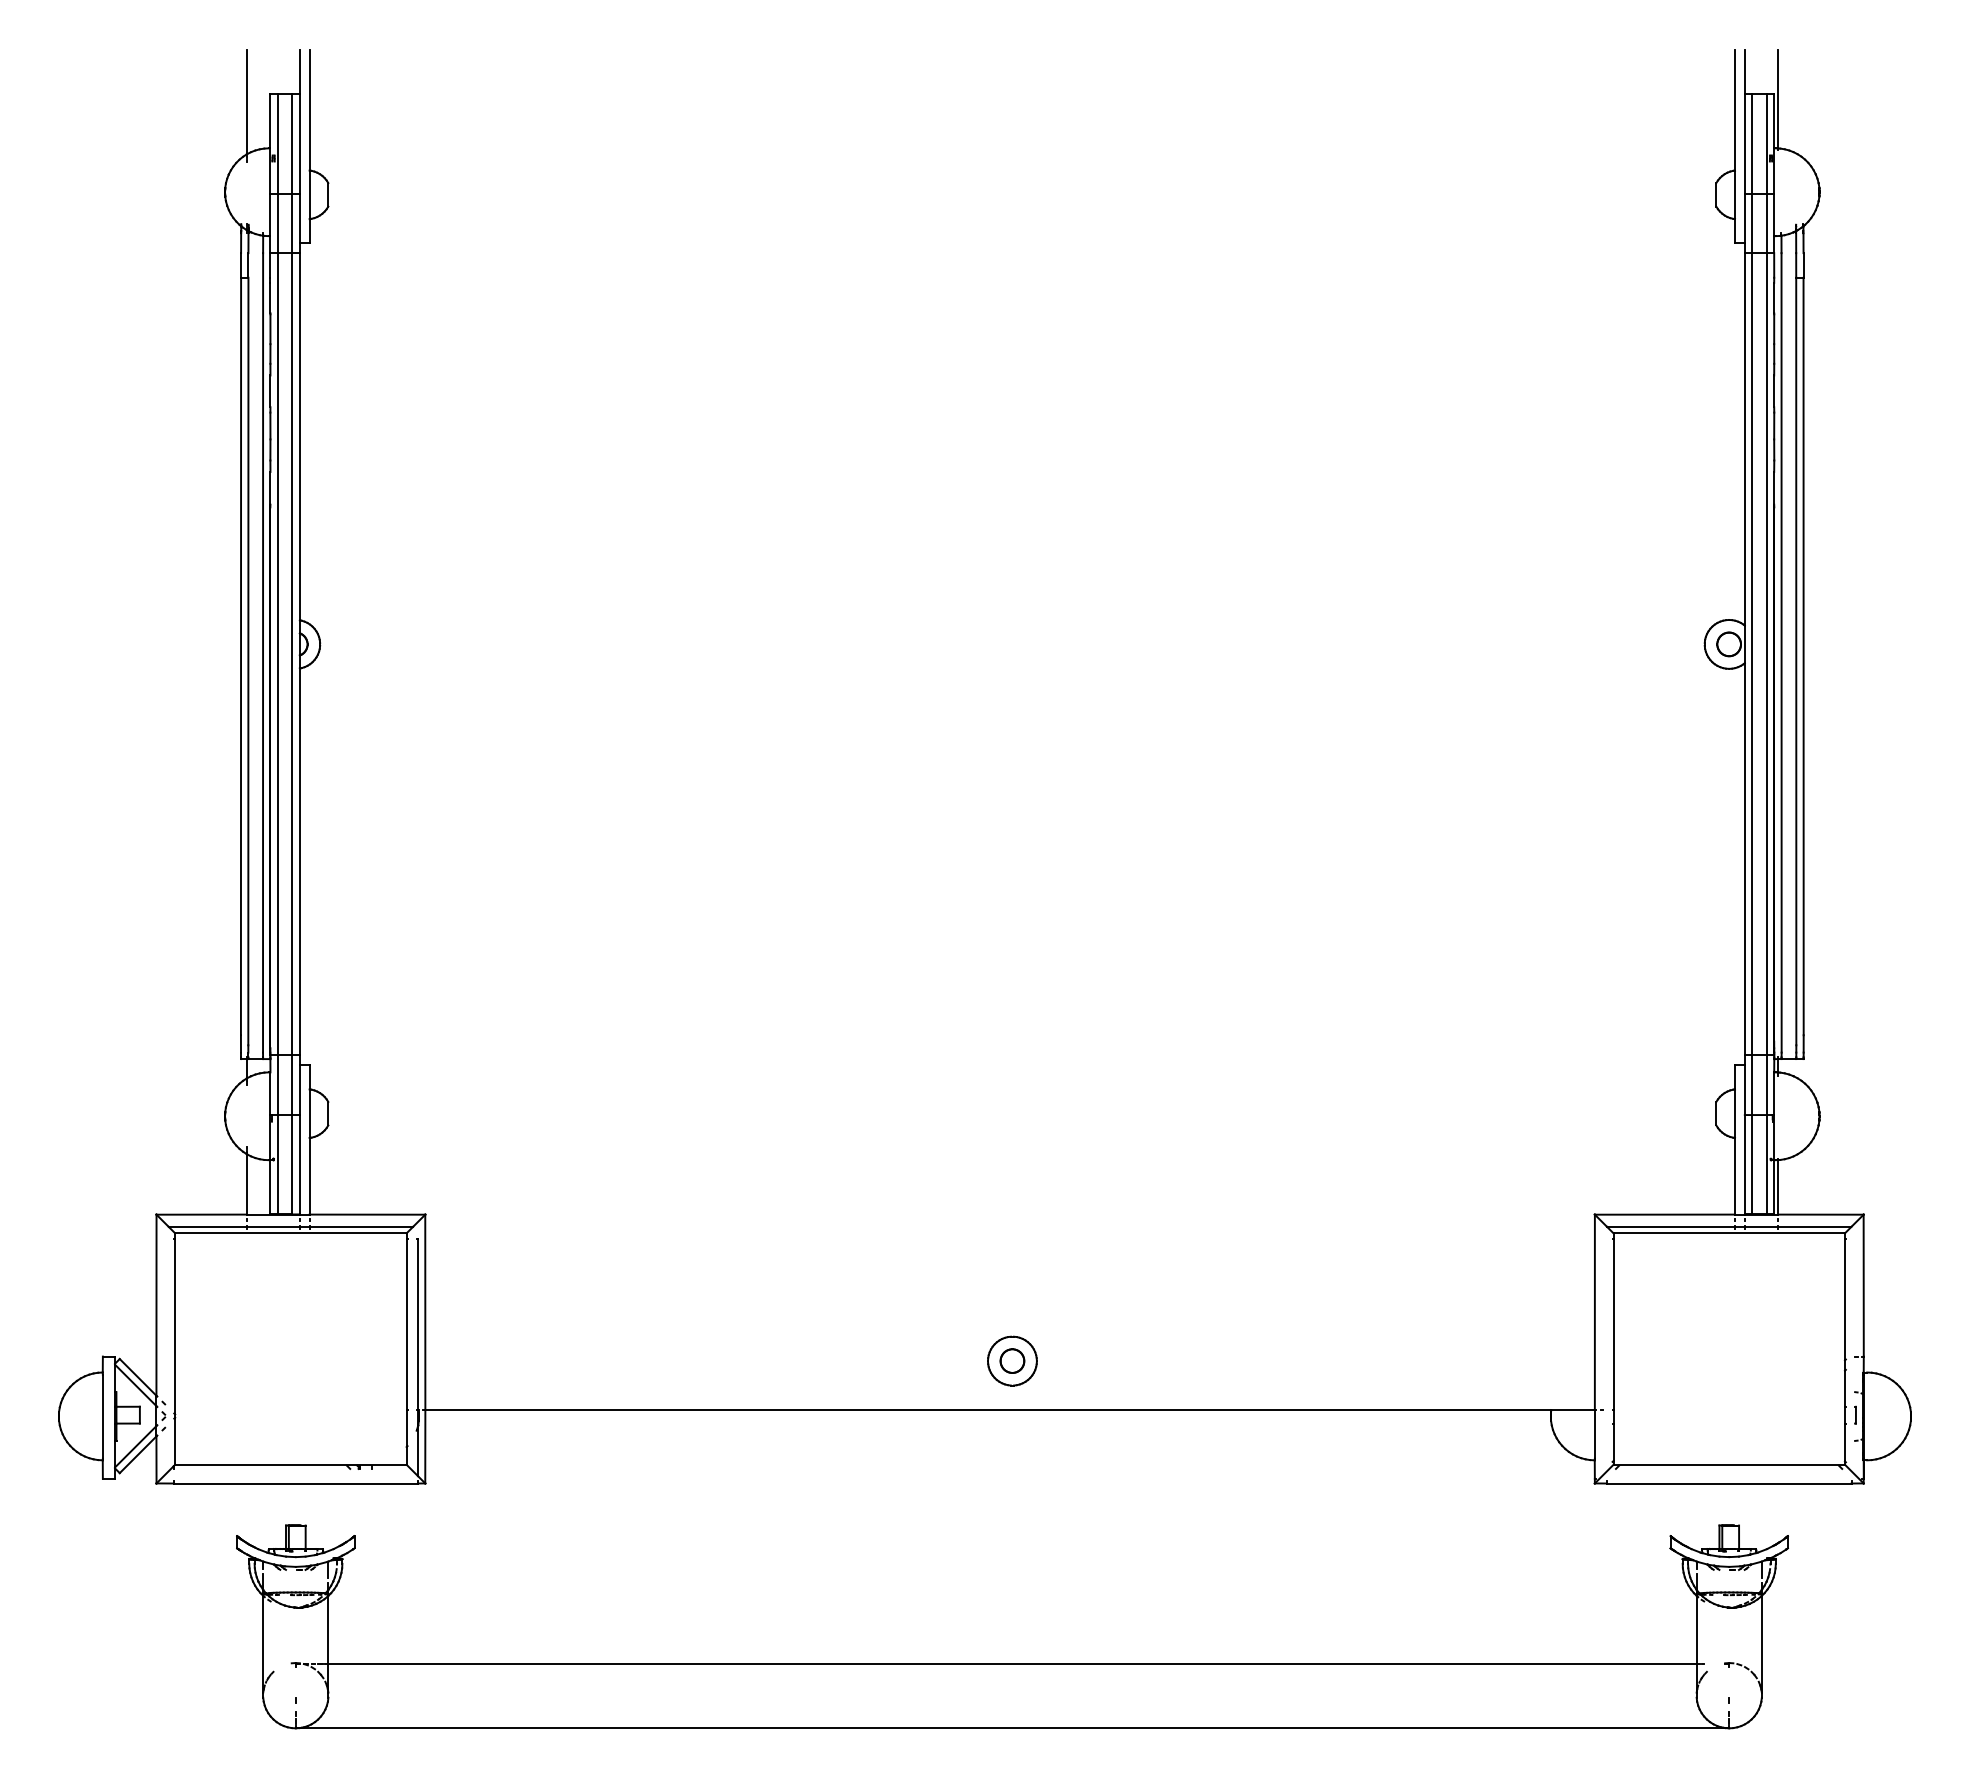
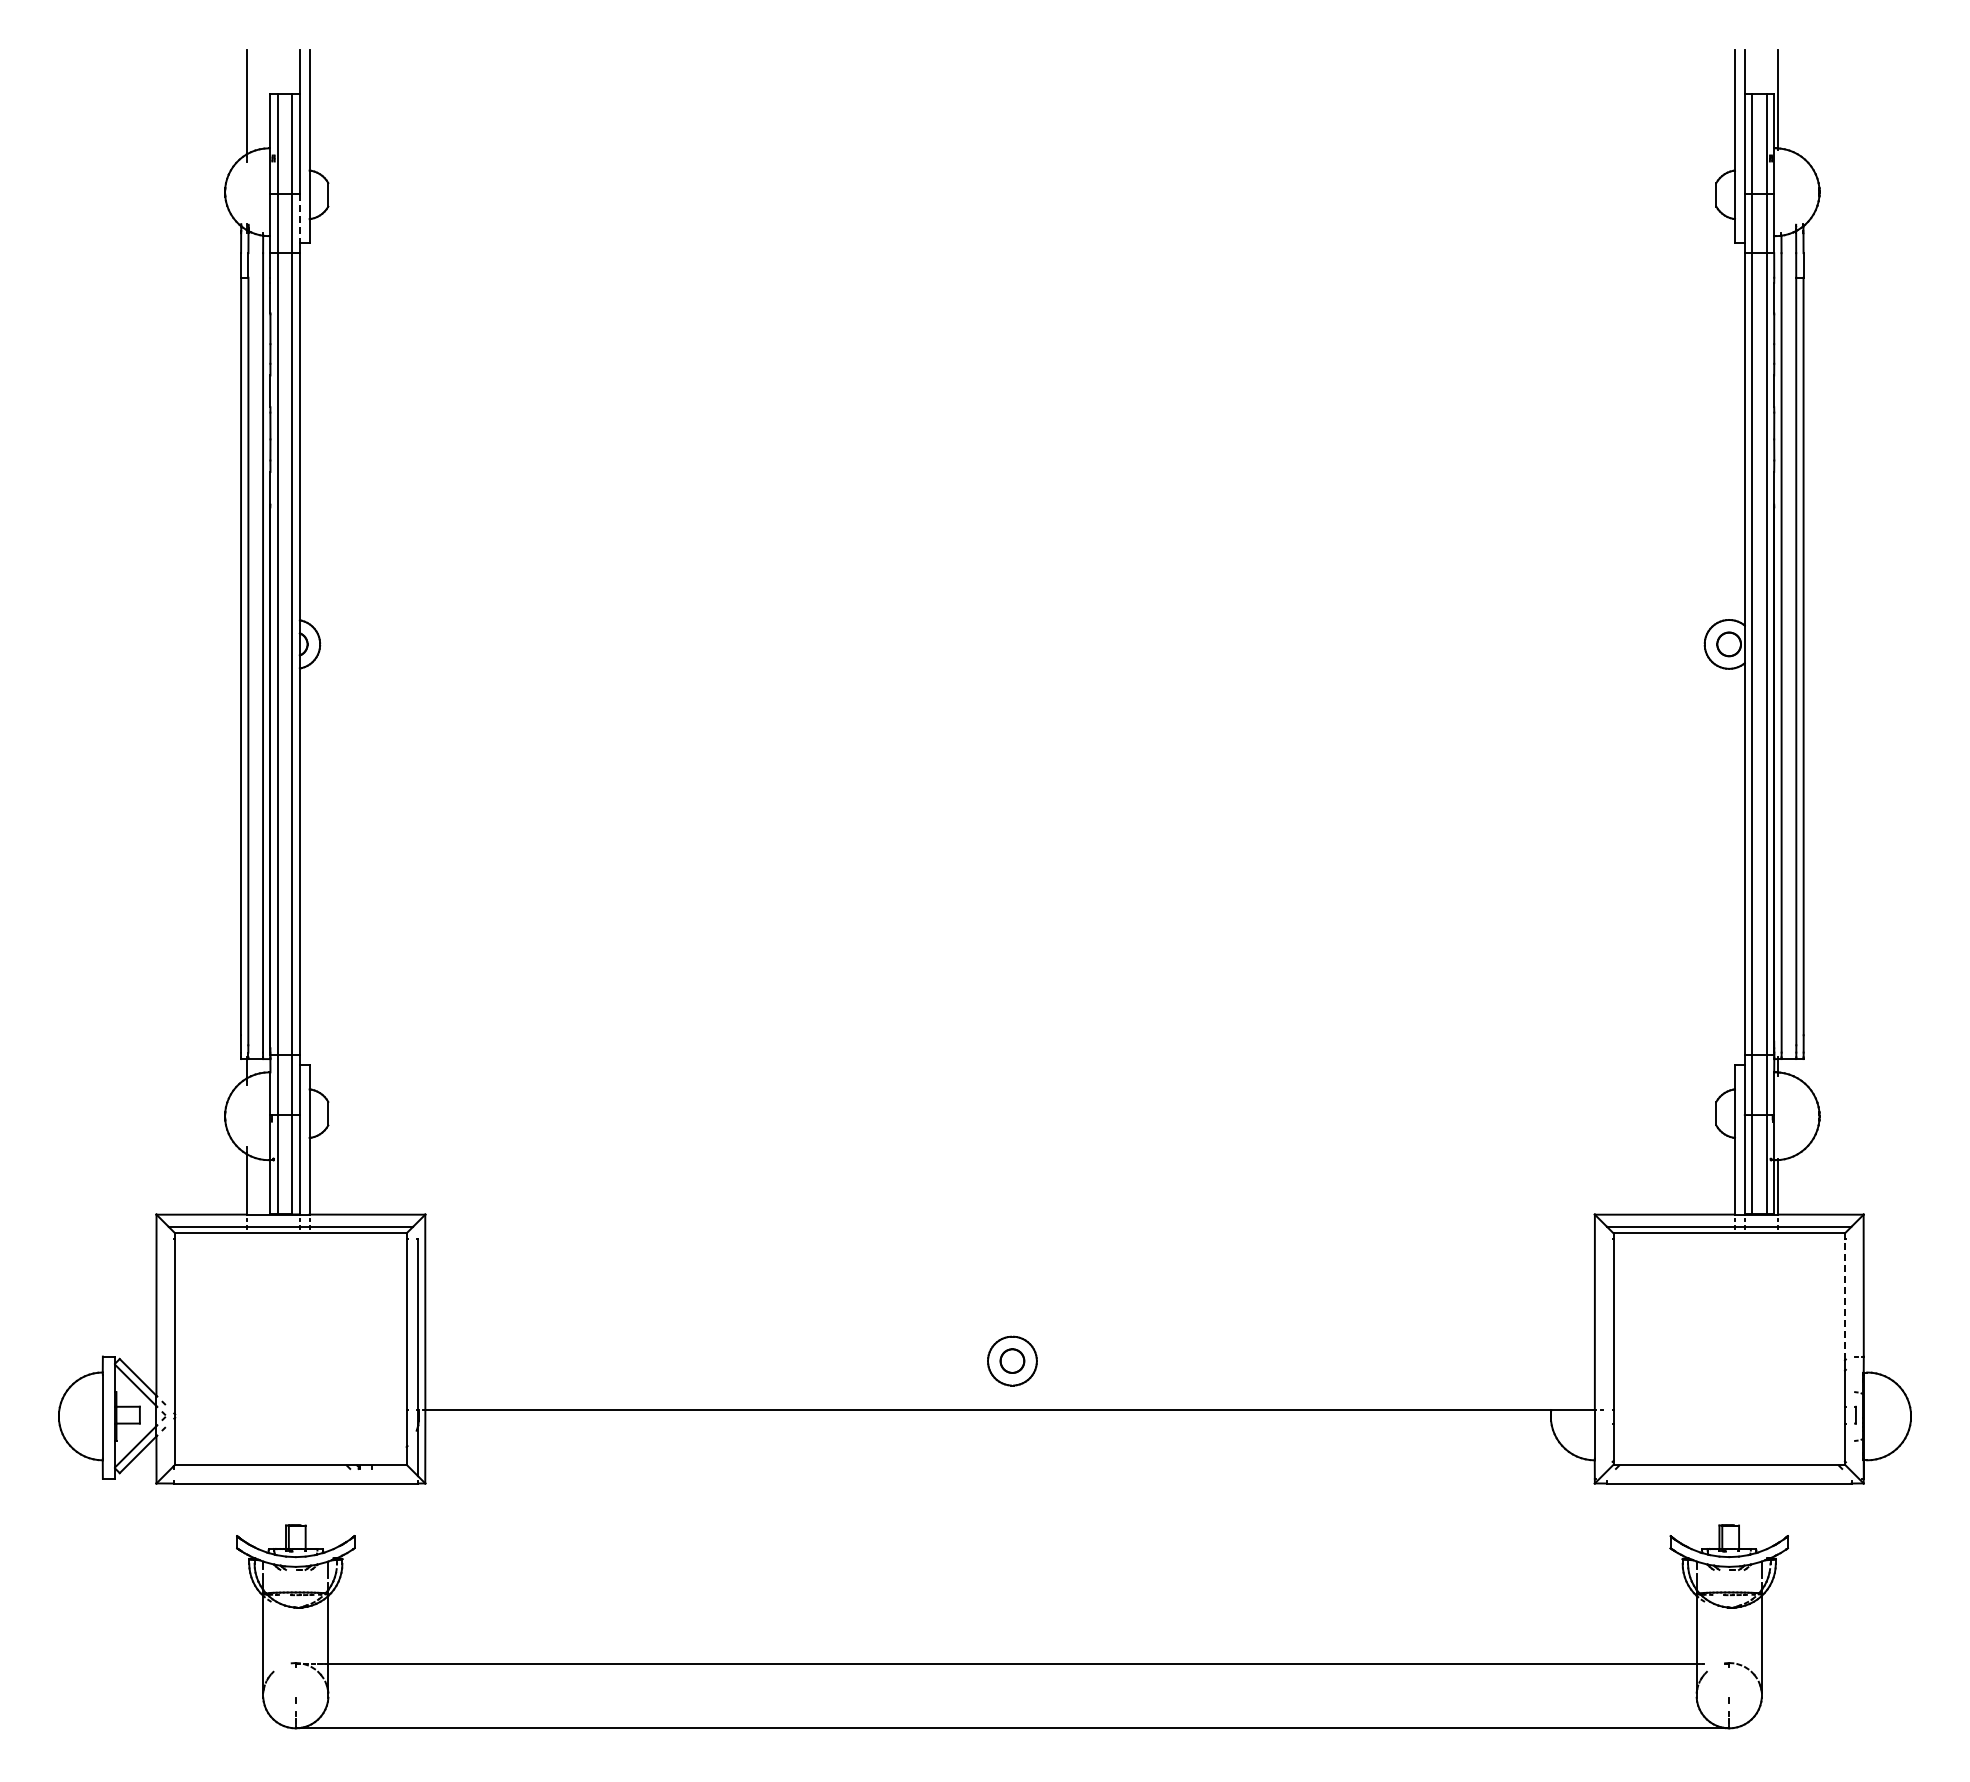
line at (299, 218): solid -> dashed
line at (1845, 1299): solid -> dashed
